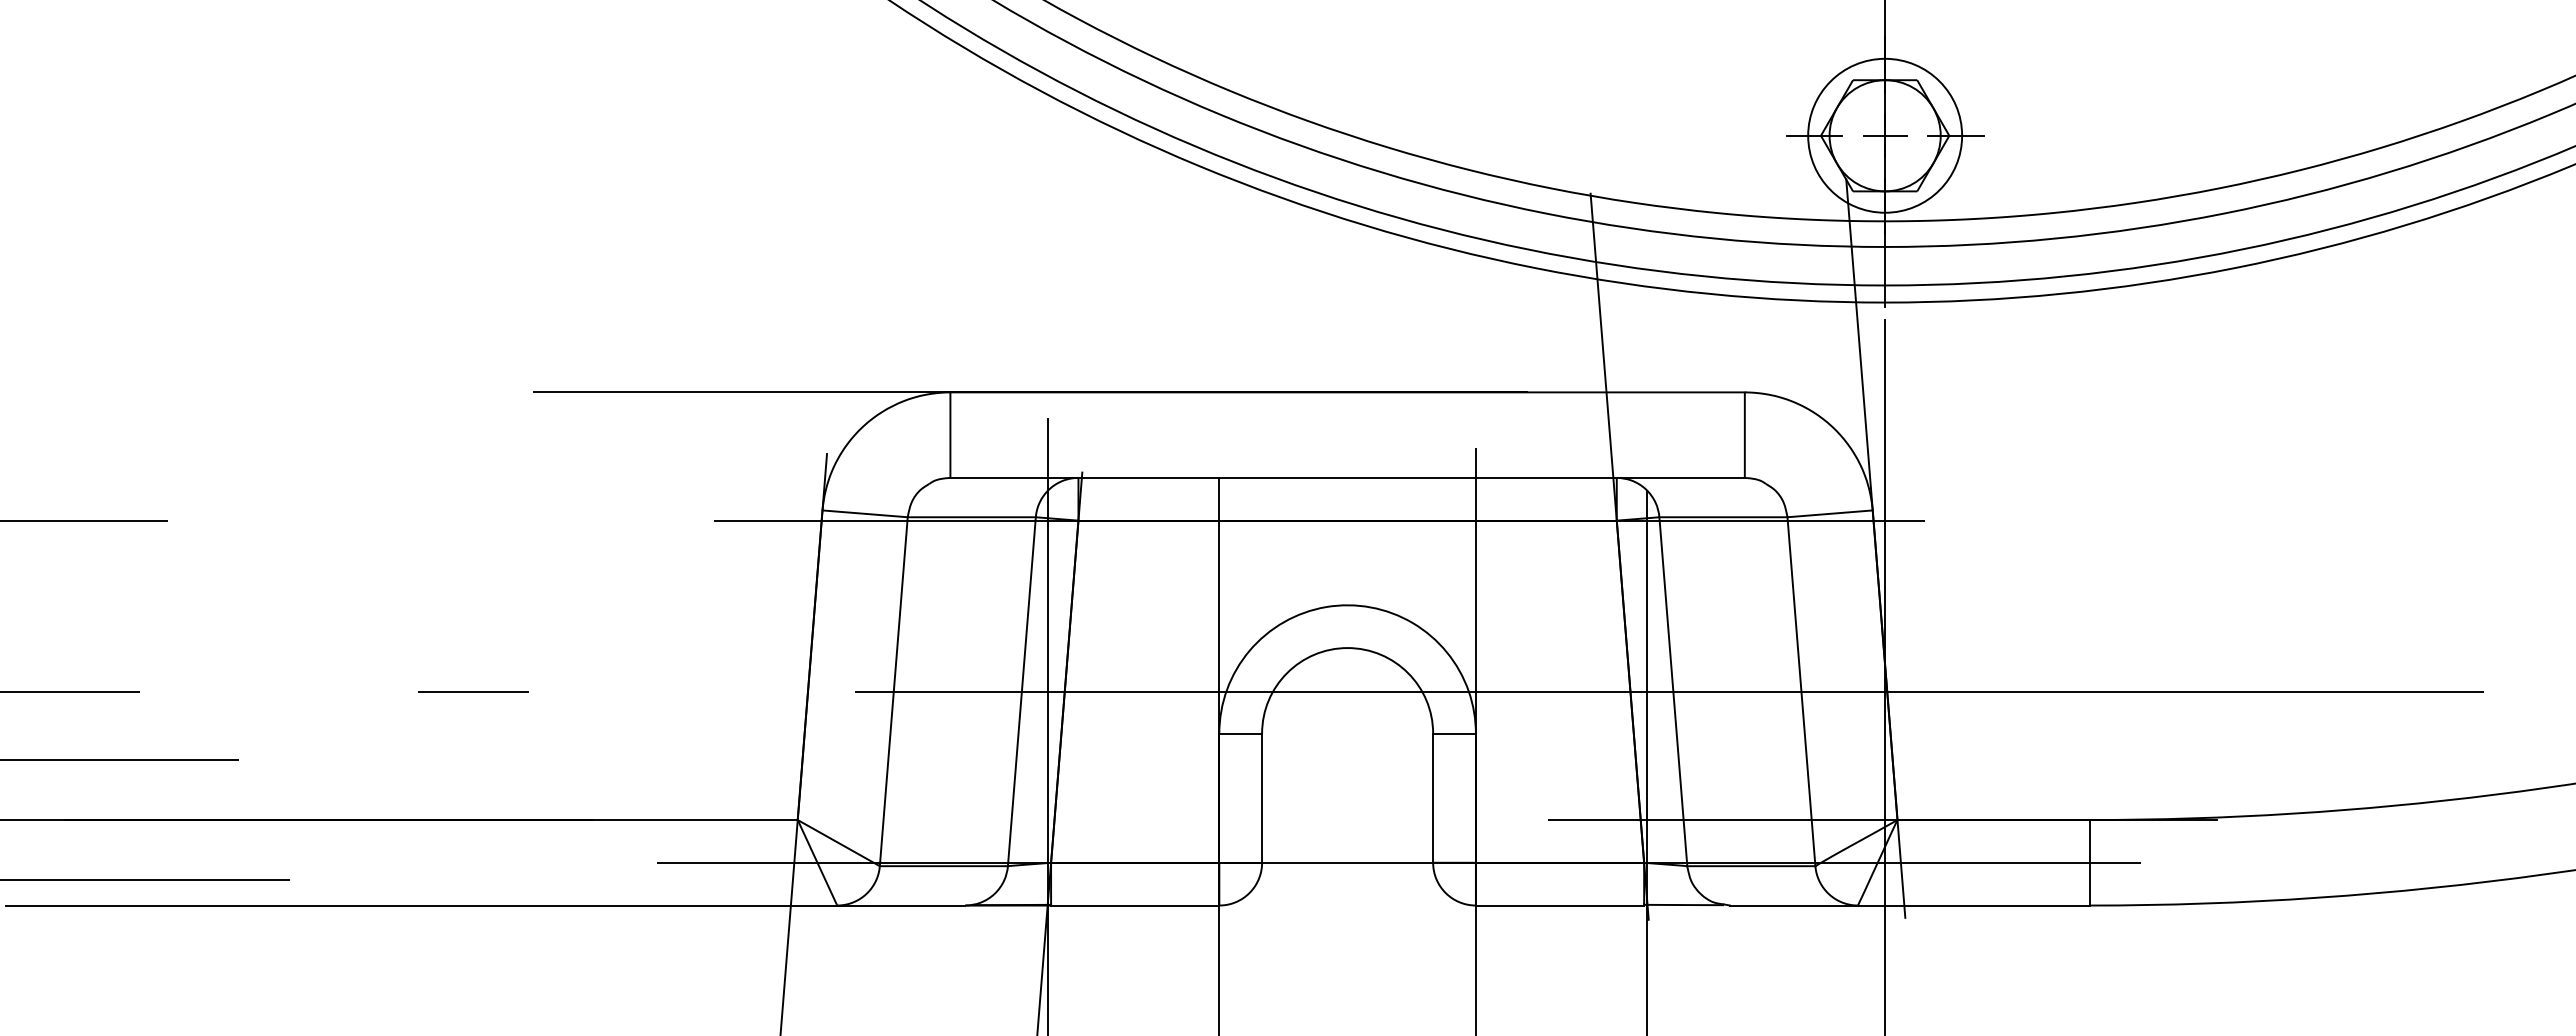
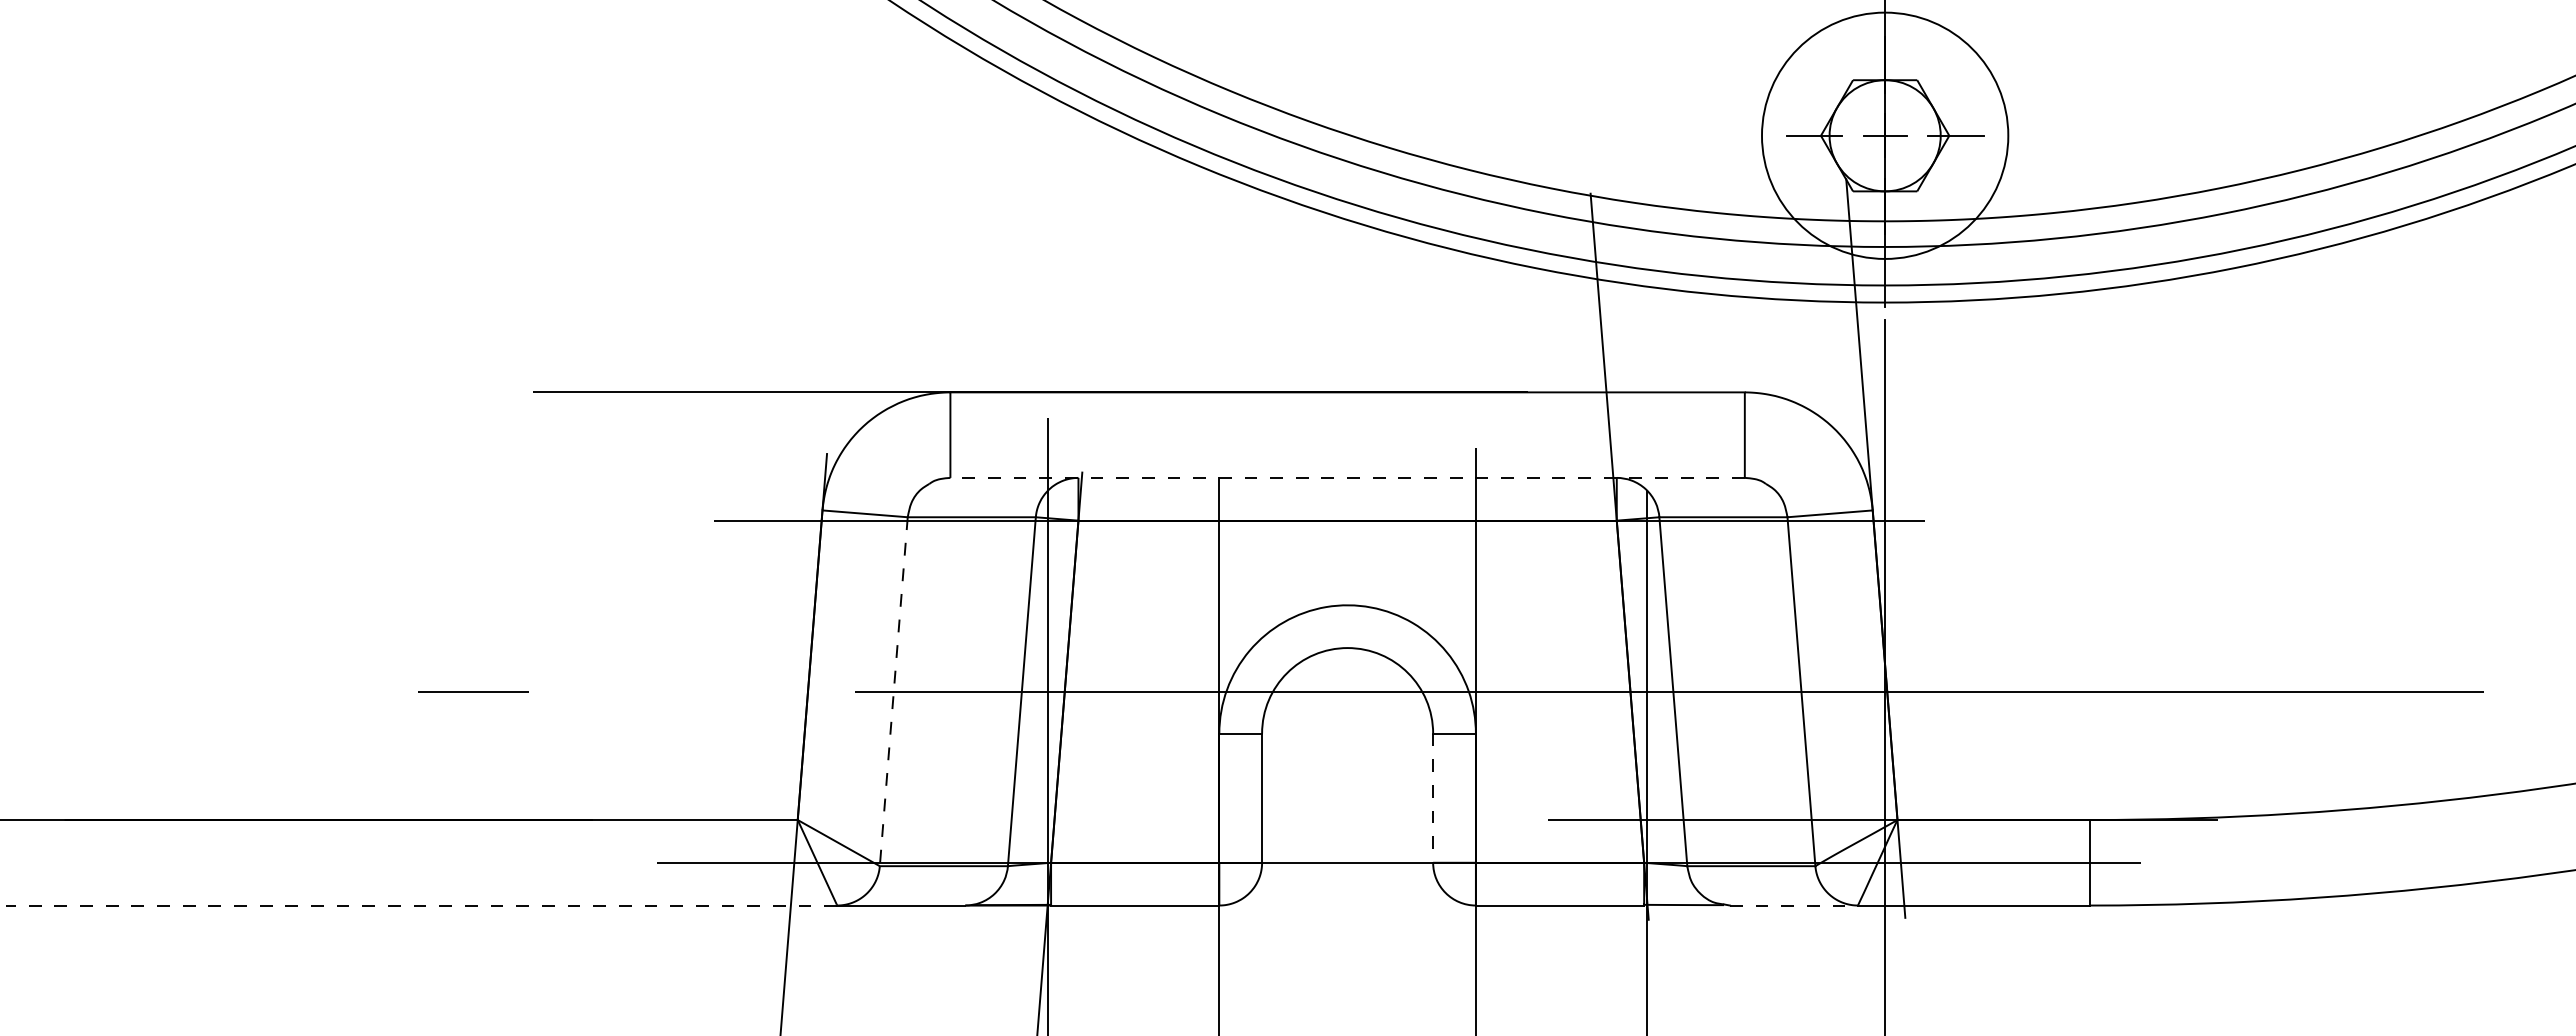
circle at (1885, 135) diameter: 154 px -> 246 px
line at (1347, 477): solid -> dashed
line at (84, 520): present -> none
line at (70, 691): present -> none
line at (893, 692): solid -> dashed
line at (120, 760): present -> none
line at (1433, 798): solid -> dashed
line at (145, 879): present -> none
line at (421, 905): solid -> dashed
line at (1794, 905): solid -> dashed
